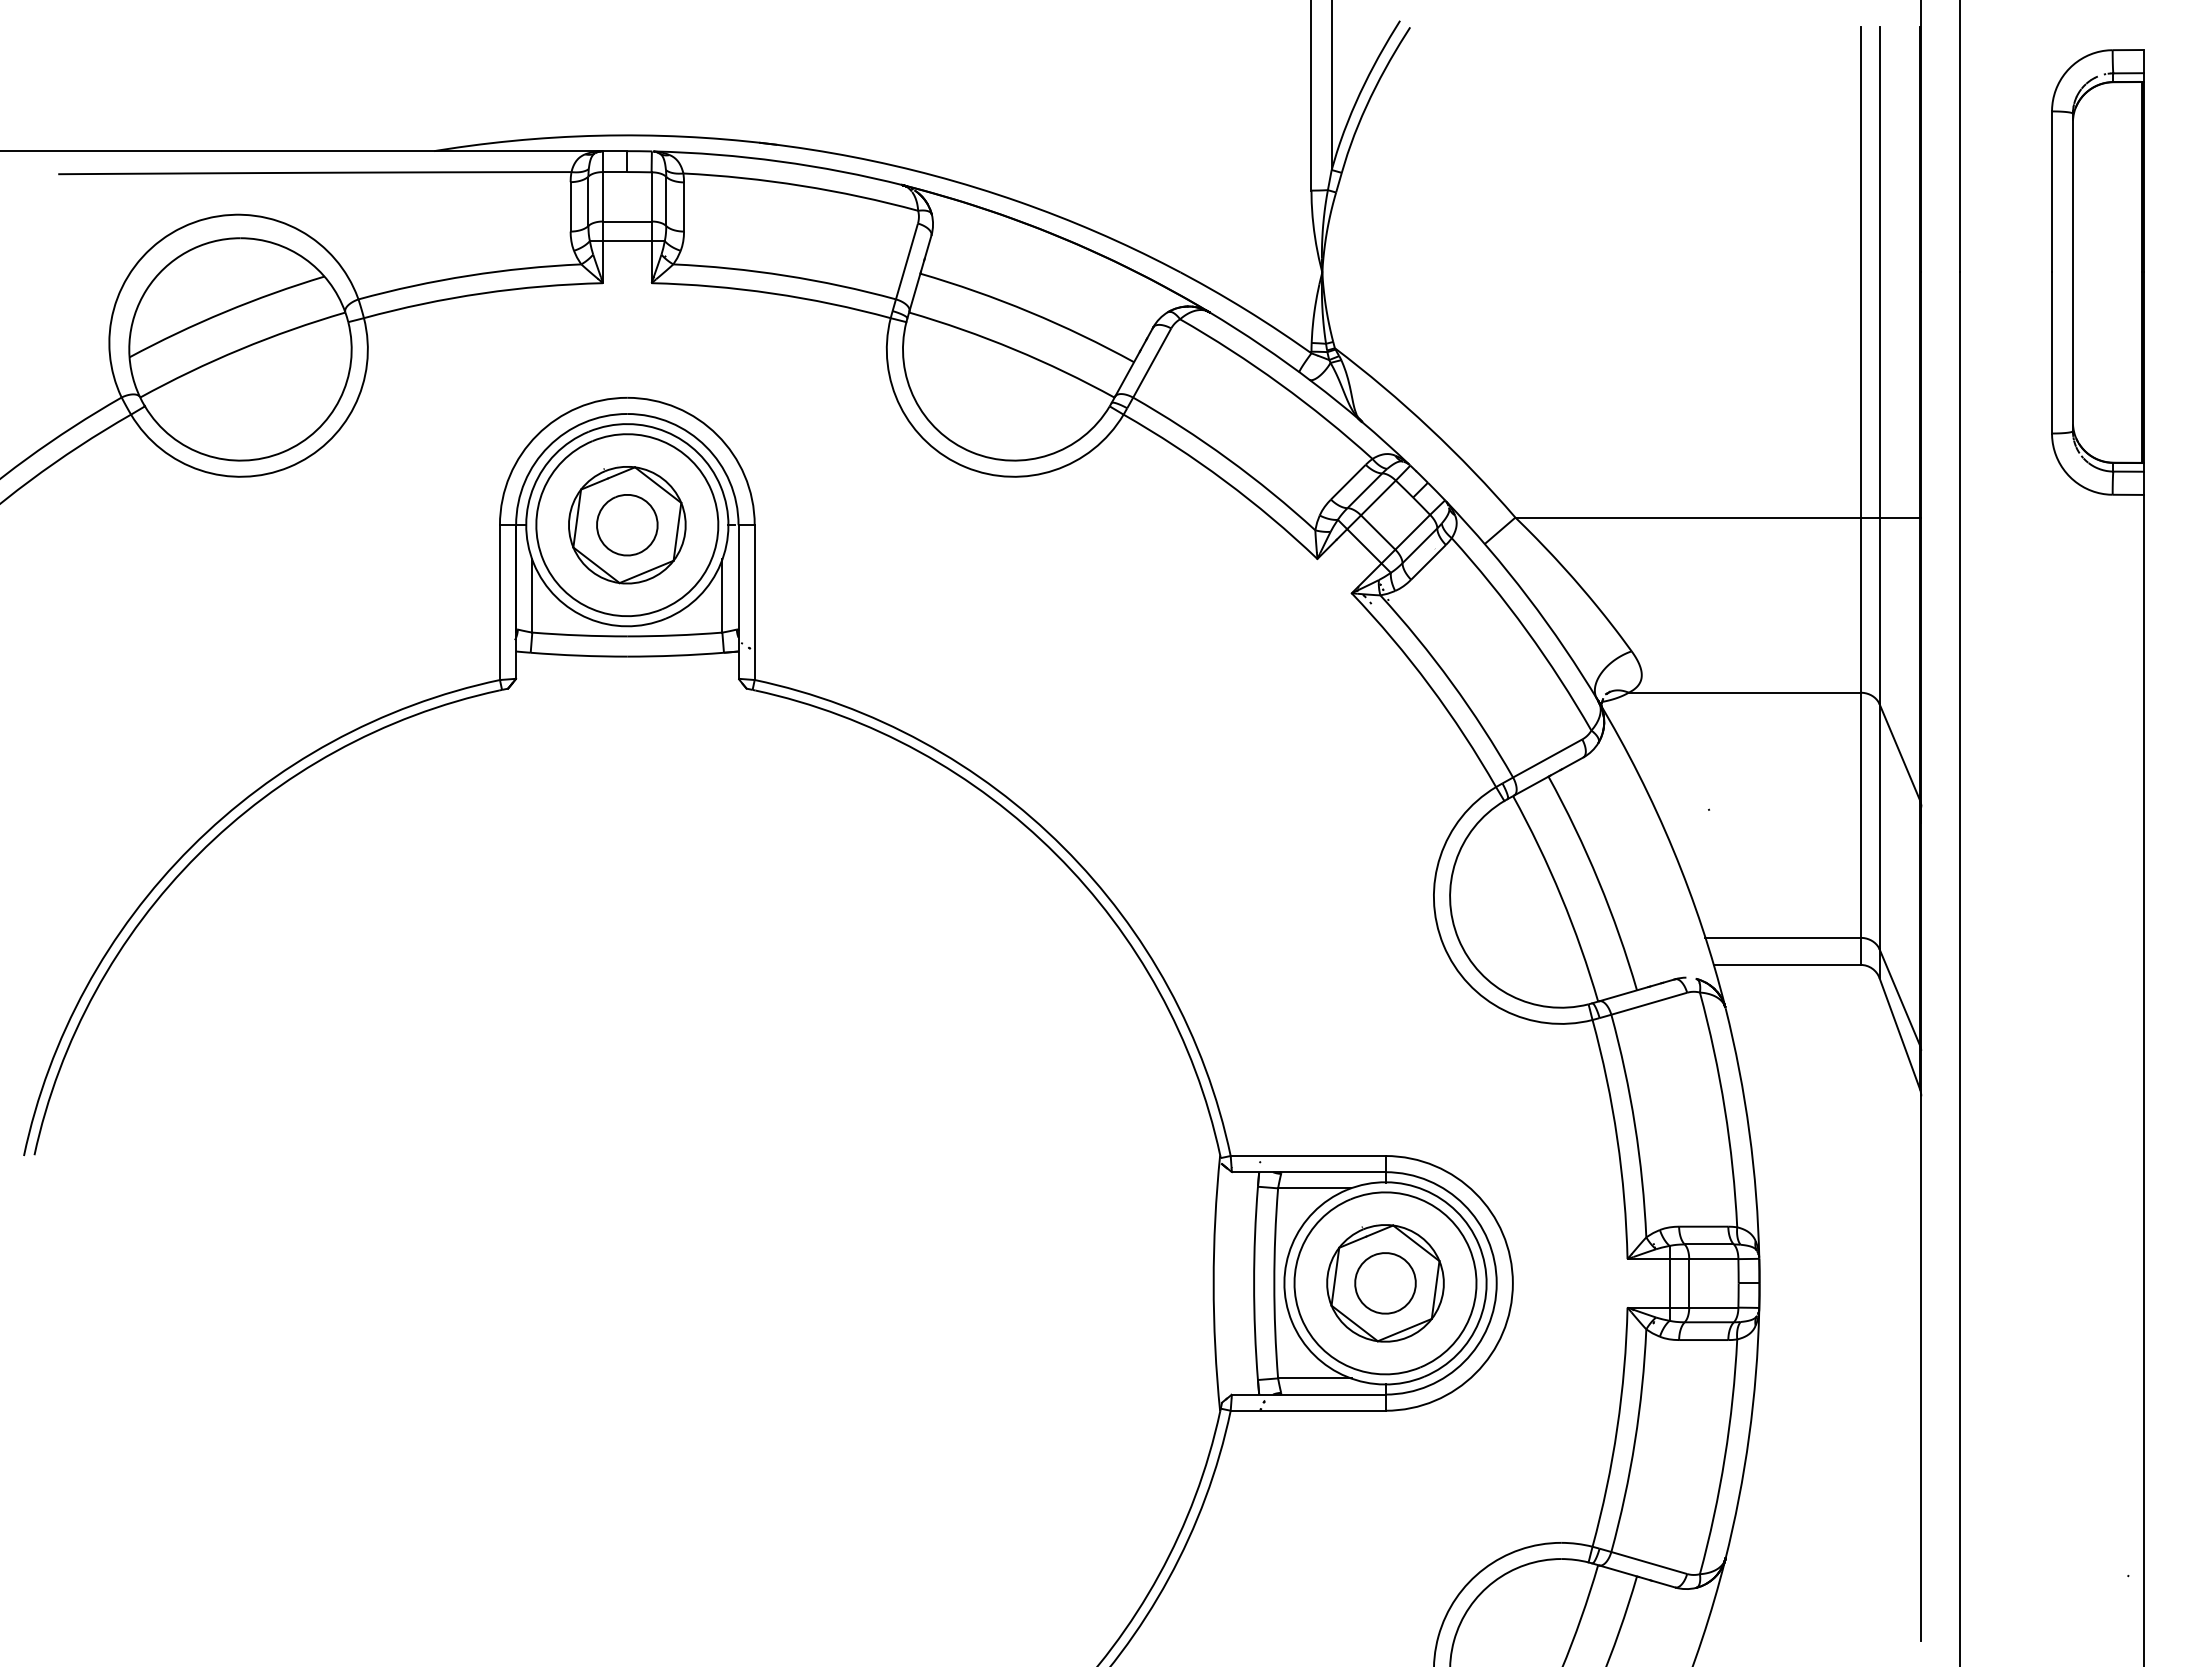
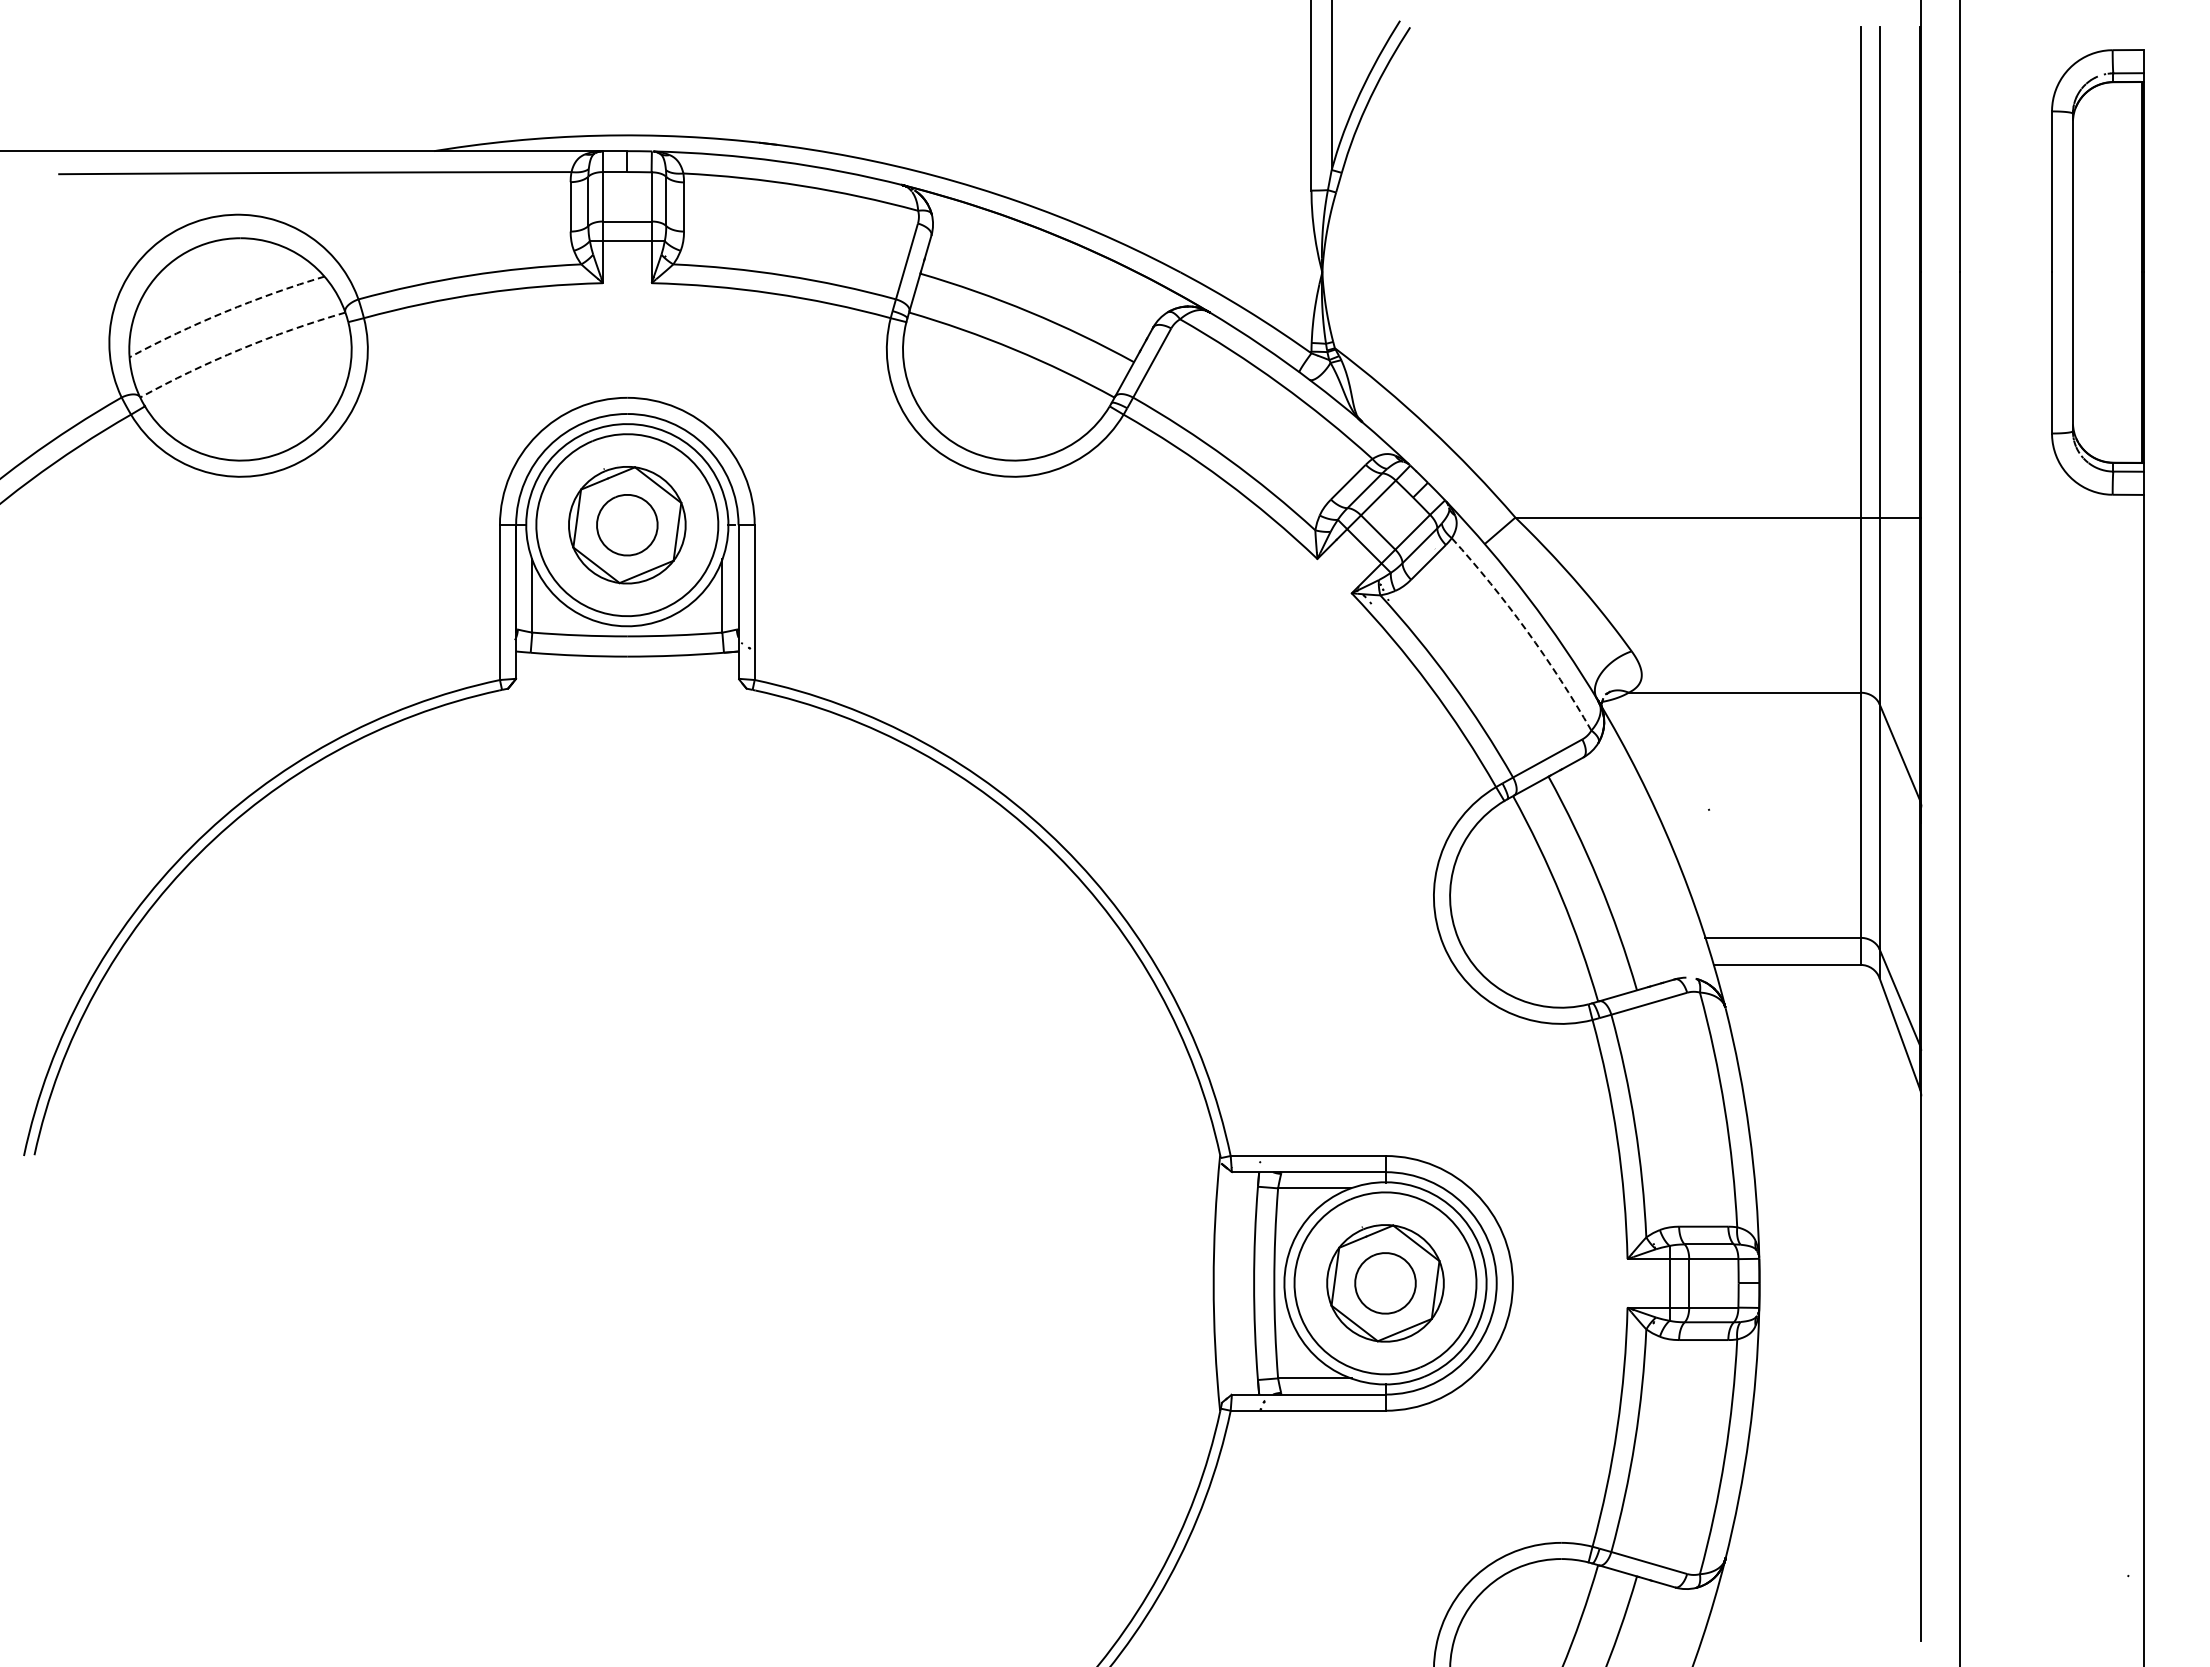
arc at (225, 312): solid -> dashed
arc at (240, 349): solid -> dashed
arc at (1526, 630): solid -> dashed
